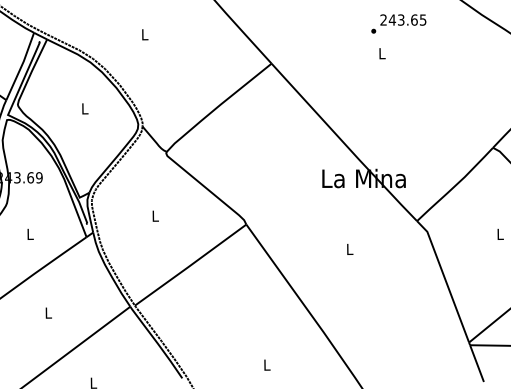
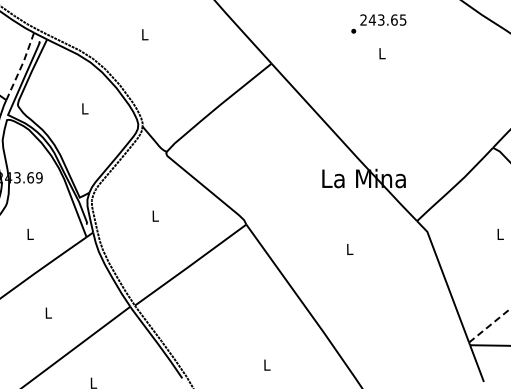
text at (398, 23) position: (398, 23) -> (378, 23)
line at (21, 66): solid -> dashed
line at (489, 325): solid -> dashed
